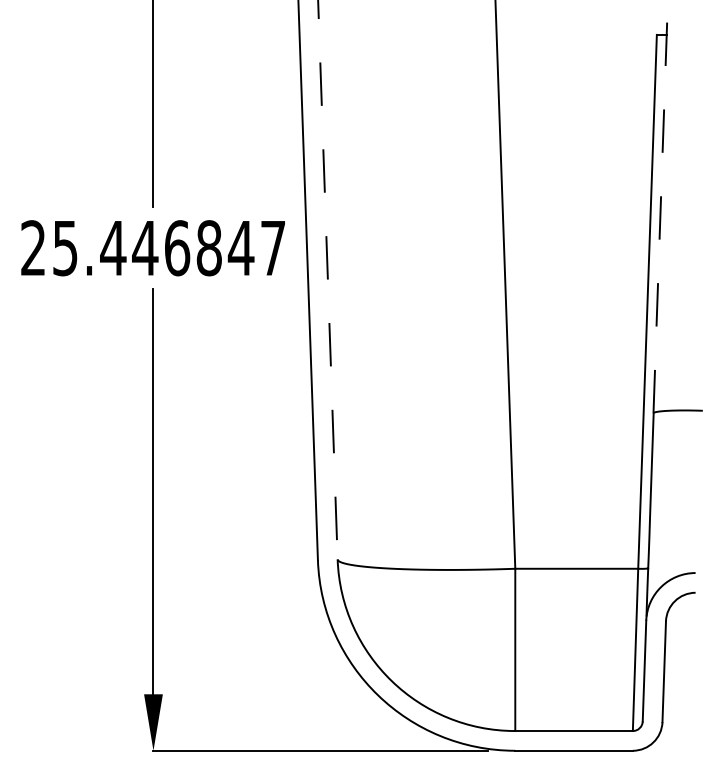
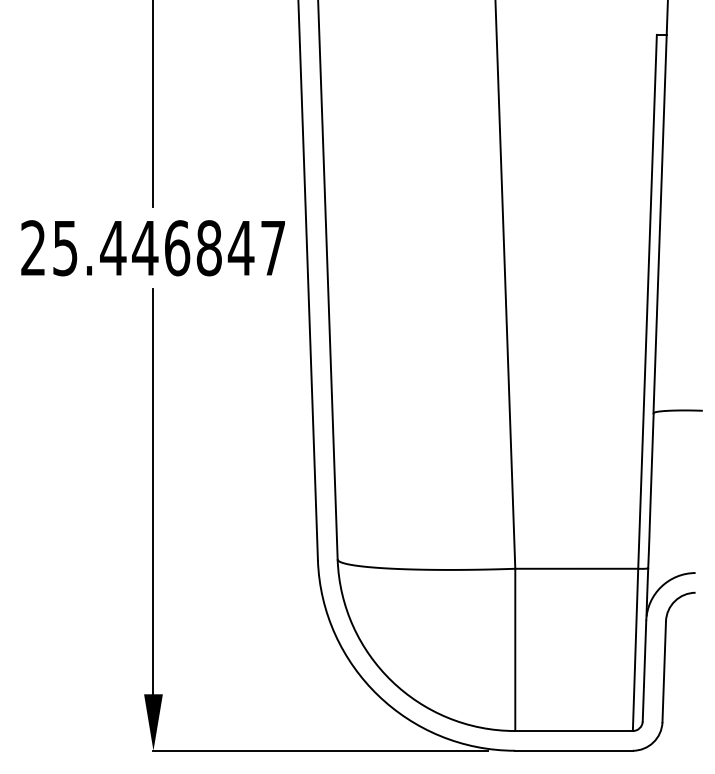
line at (660, 206): dashed -> solid
line at (327, 280): dashed -> solid
